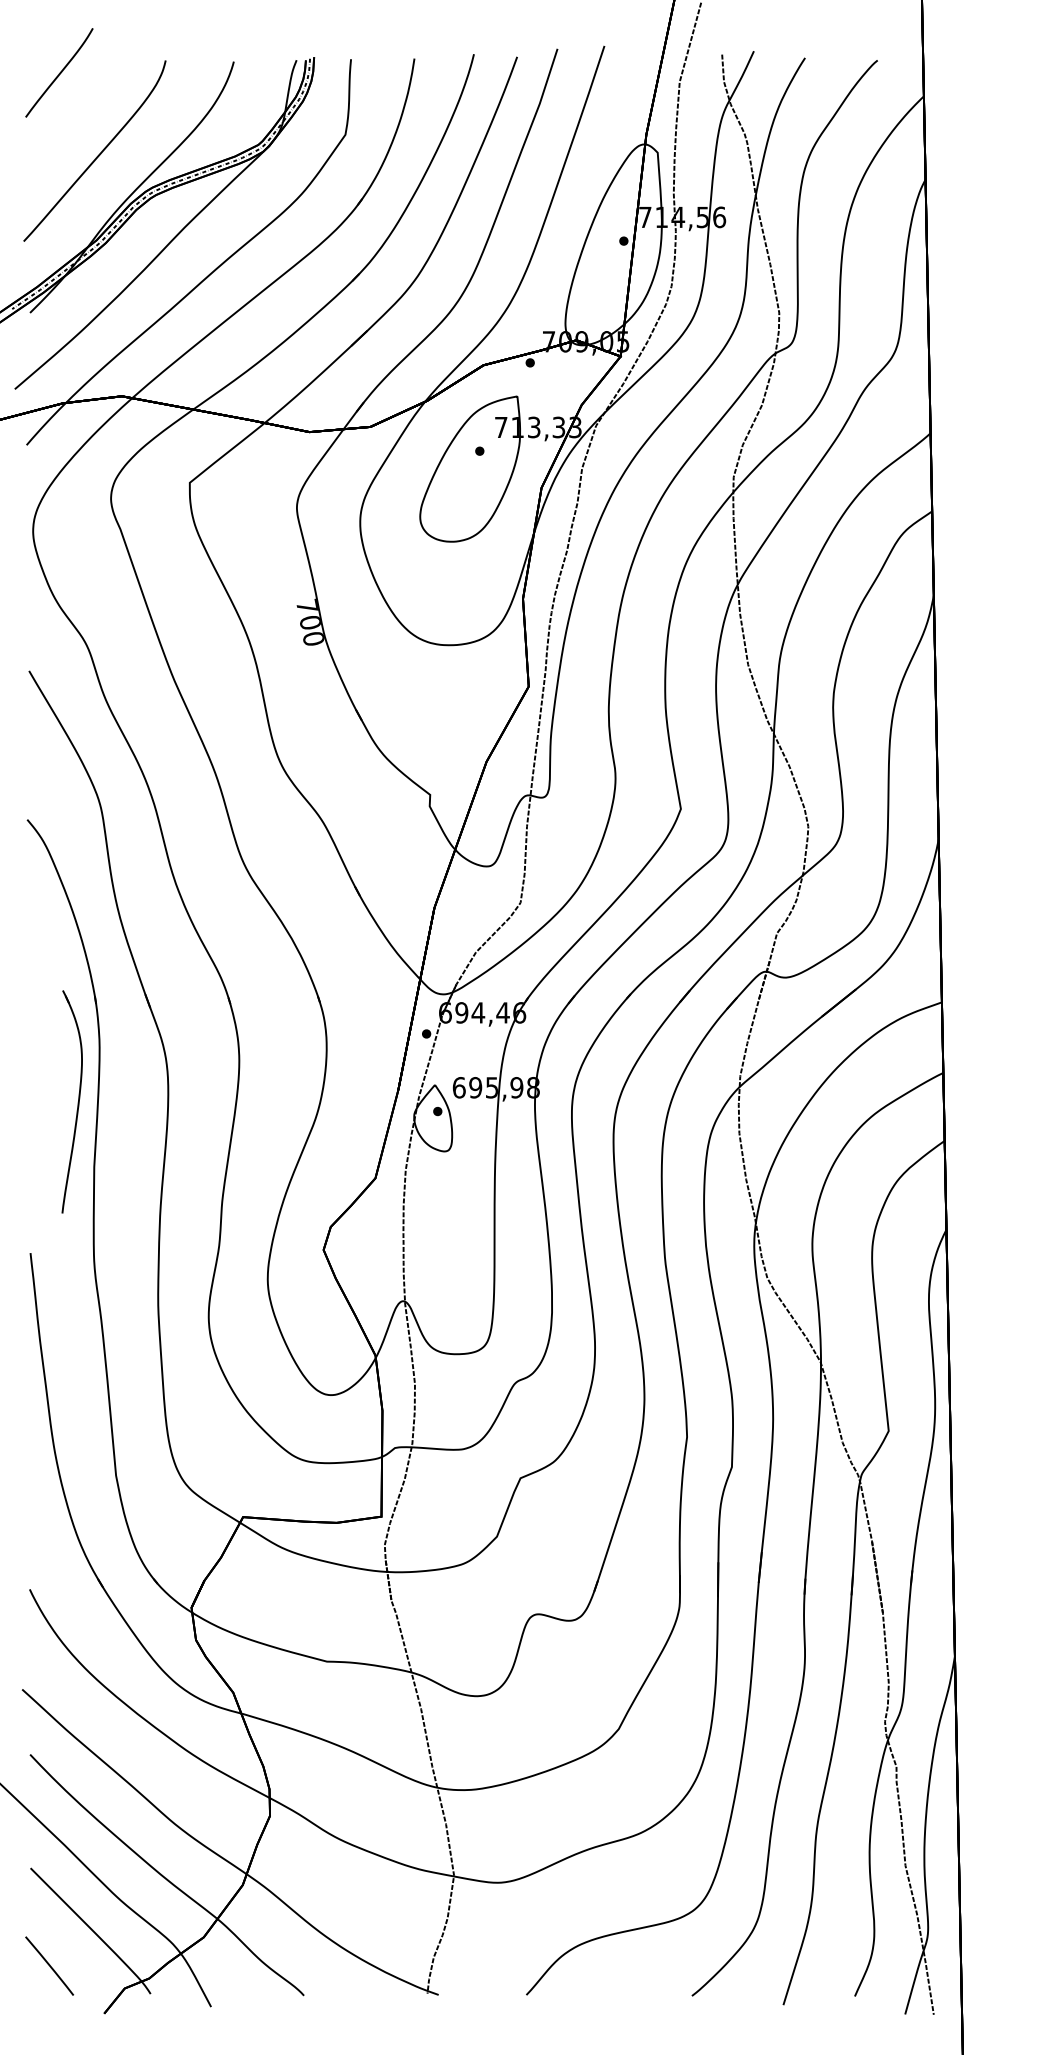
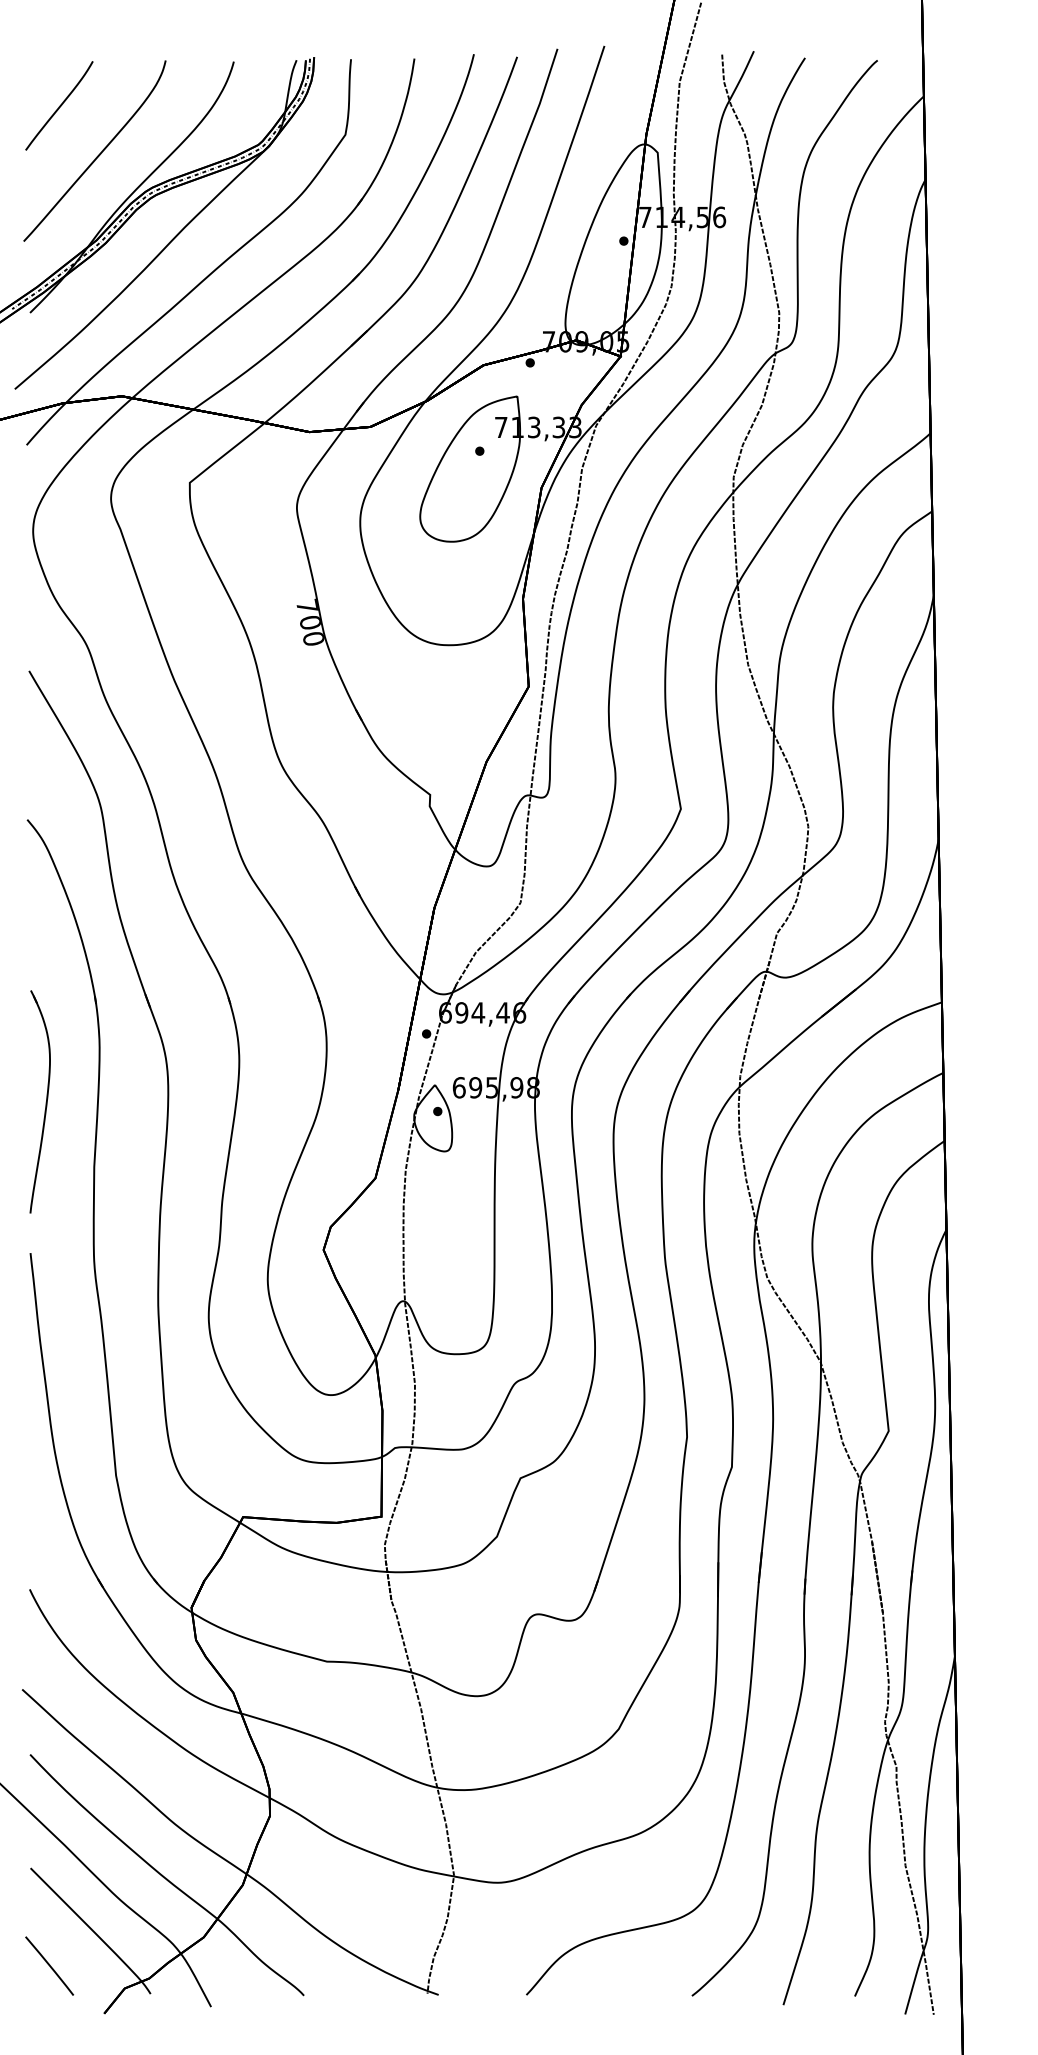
curve at (59, 72) position: (59, 72) -> (59, 105)
part at (77, 1102) position: (77, 1102) -> (45, 1102)
